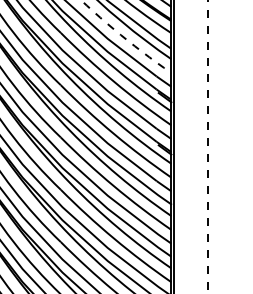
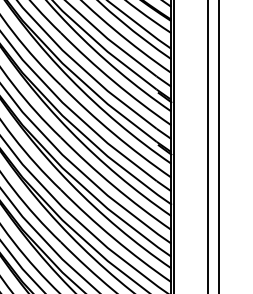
arc at (124, 38): dashed -> solid
line at (218, 146): none -> present
line at (207, 147): dashed -> solid
